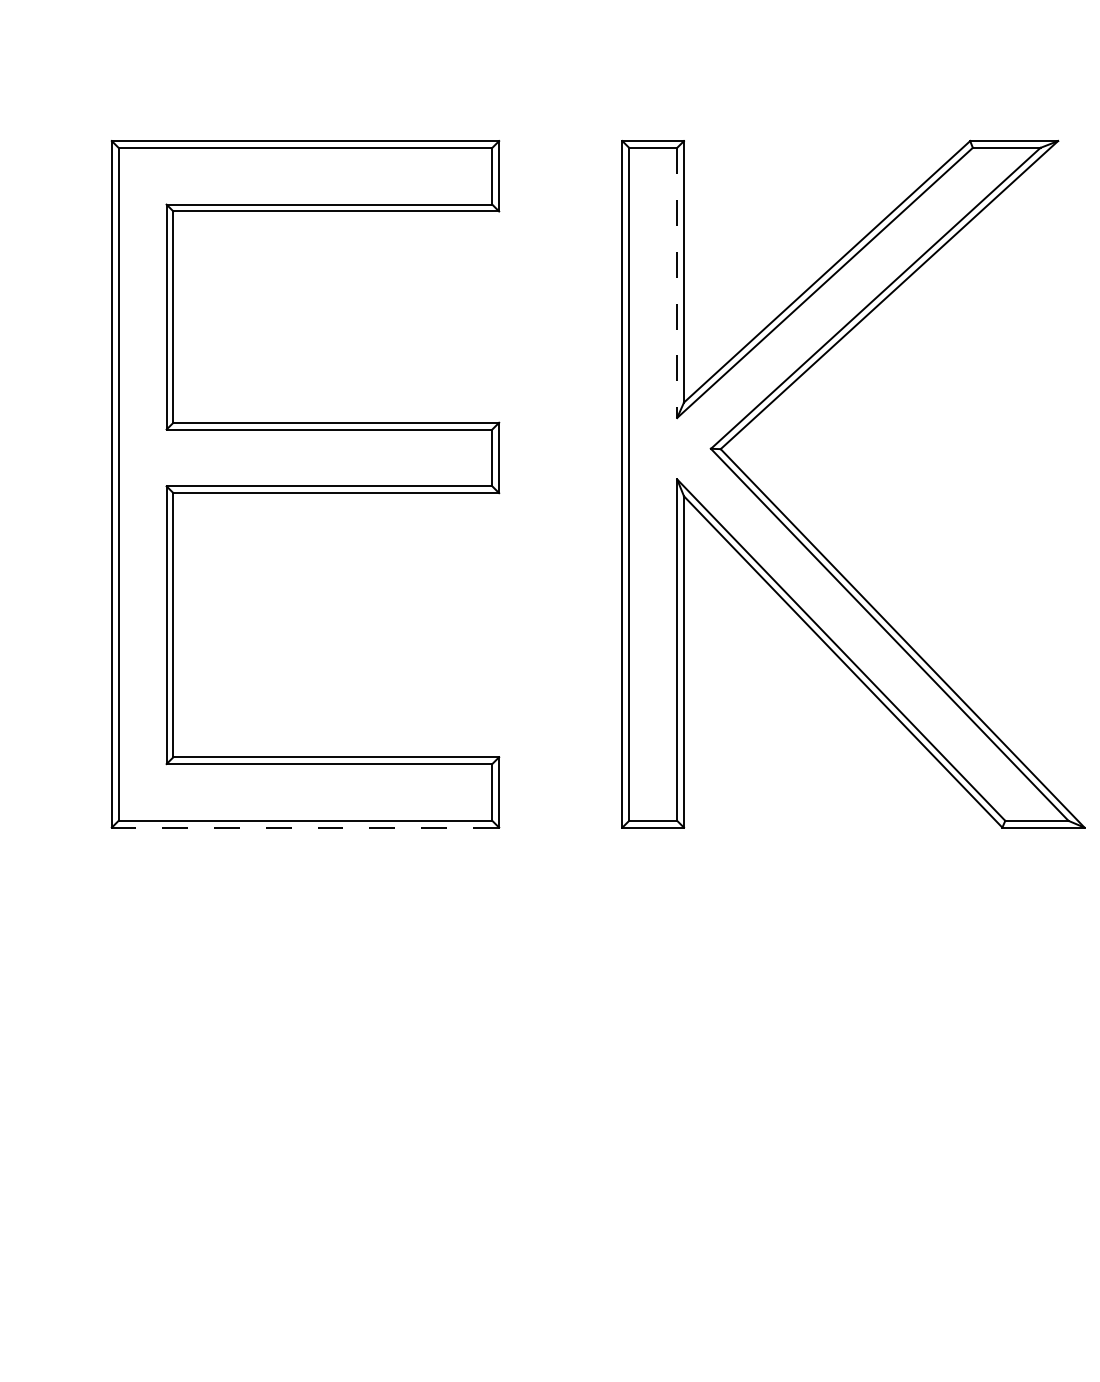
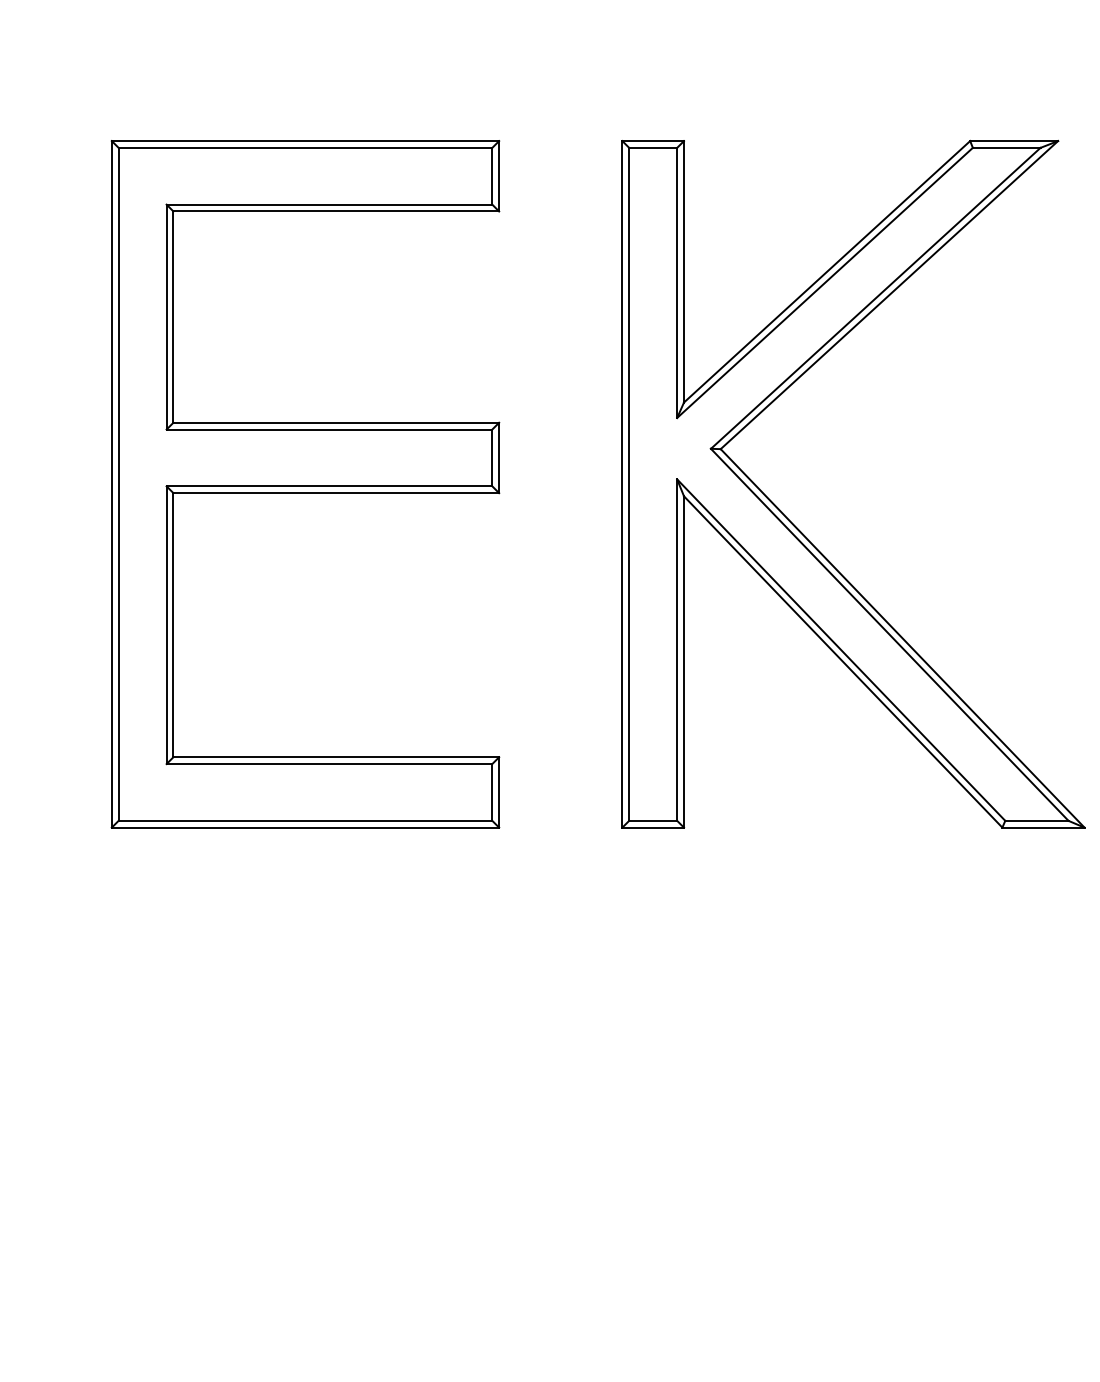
line at (677, 283): dashed -> solid
line at (305, 827): dashed -> solid
